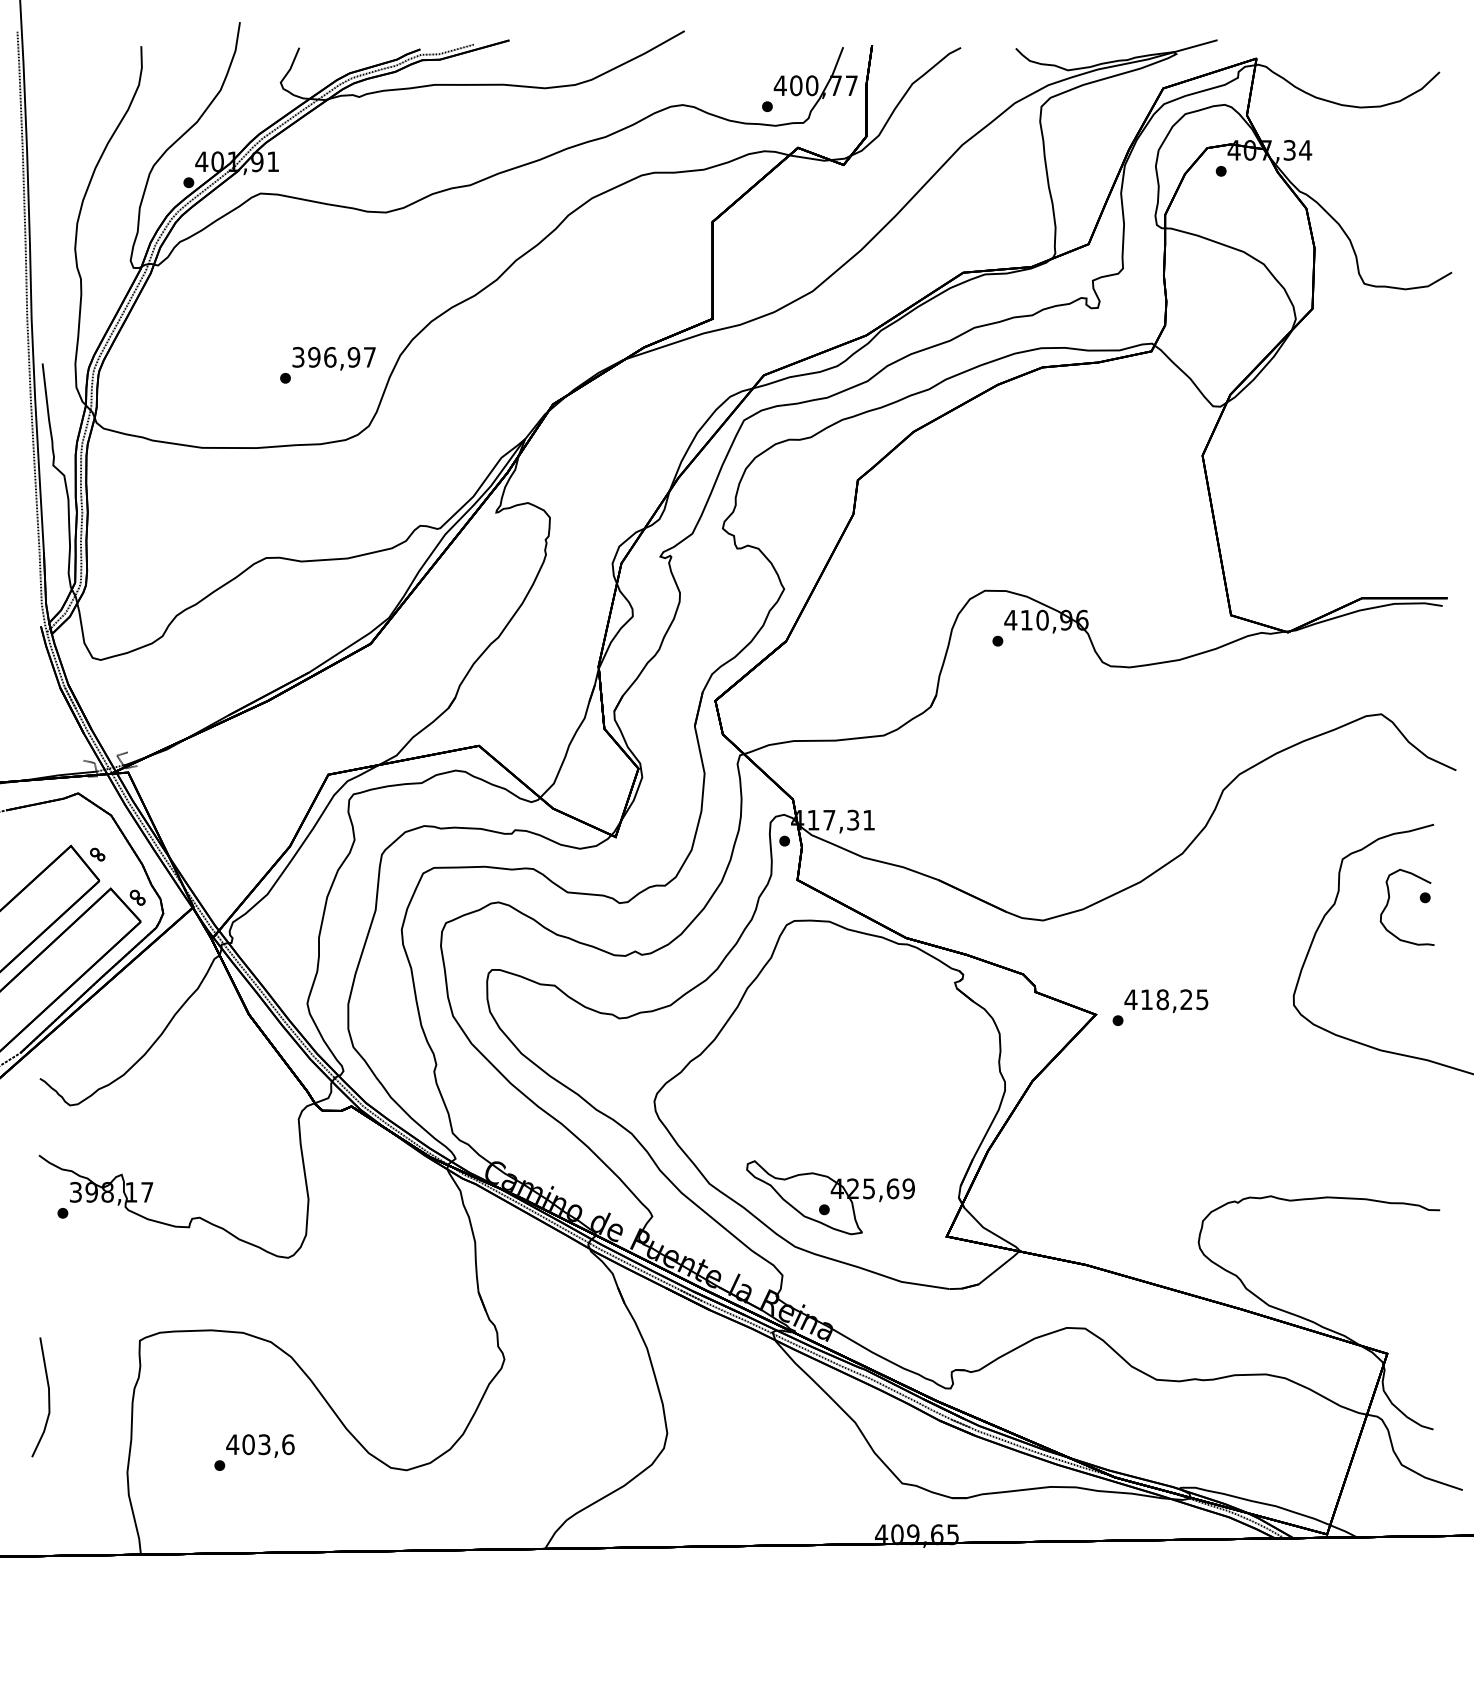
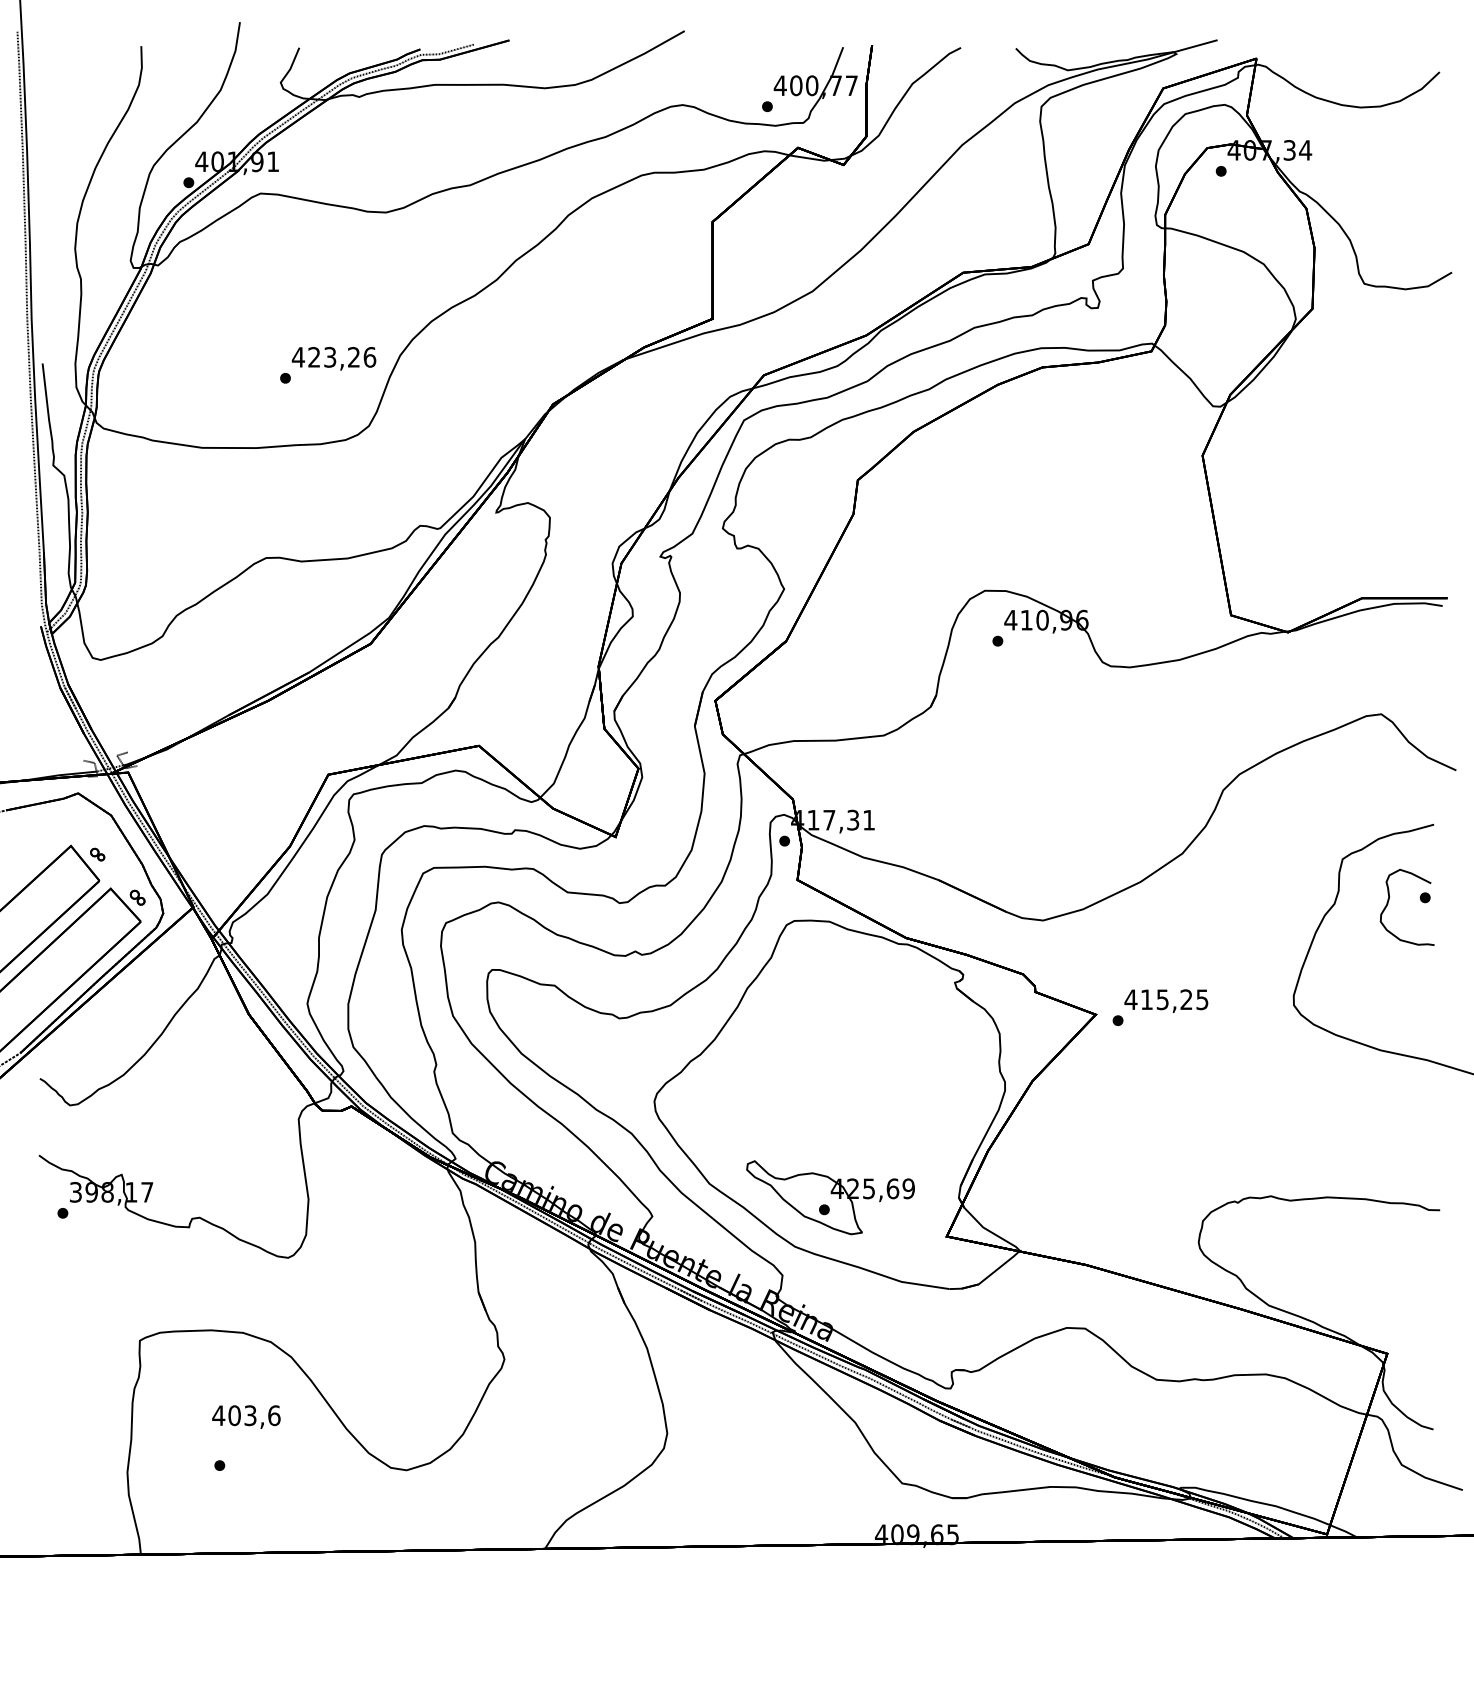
text at (333, 357): 396,97 -> 423,26
text at (1162, 999): 418,25 -> 415,25
part at (48, 1397): present -> none
text at (260, 1445) position: (260, 1445) -> (246, 1416)
